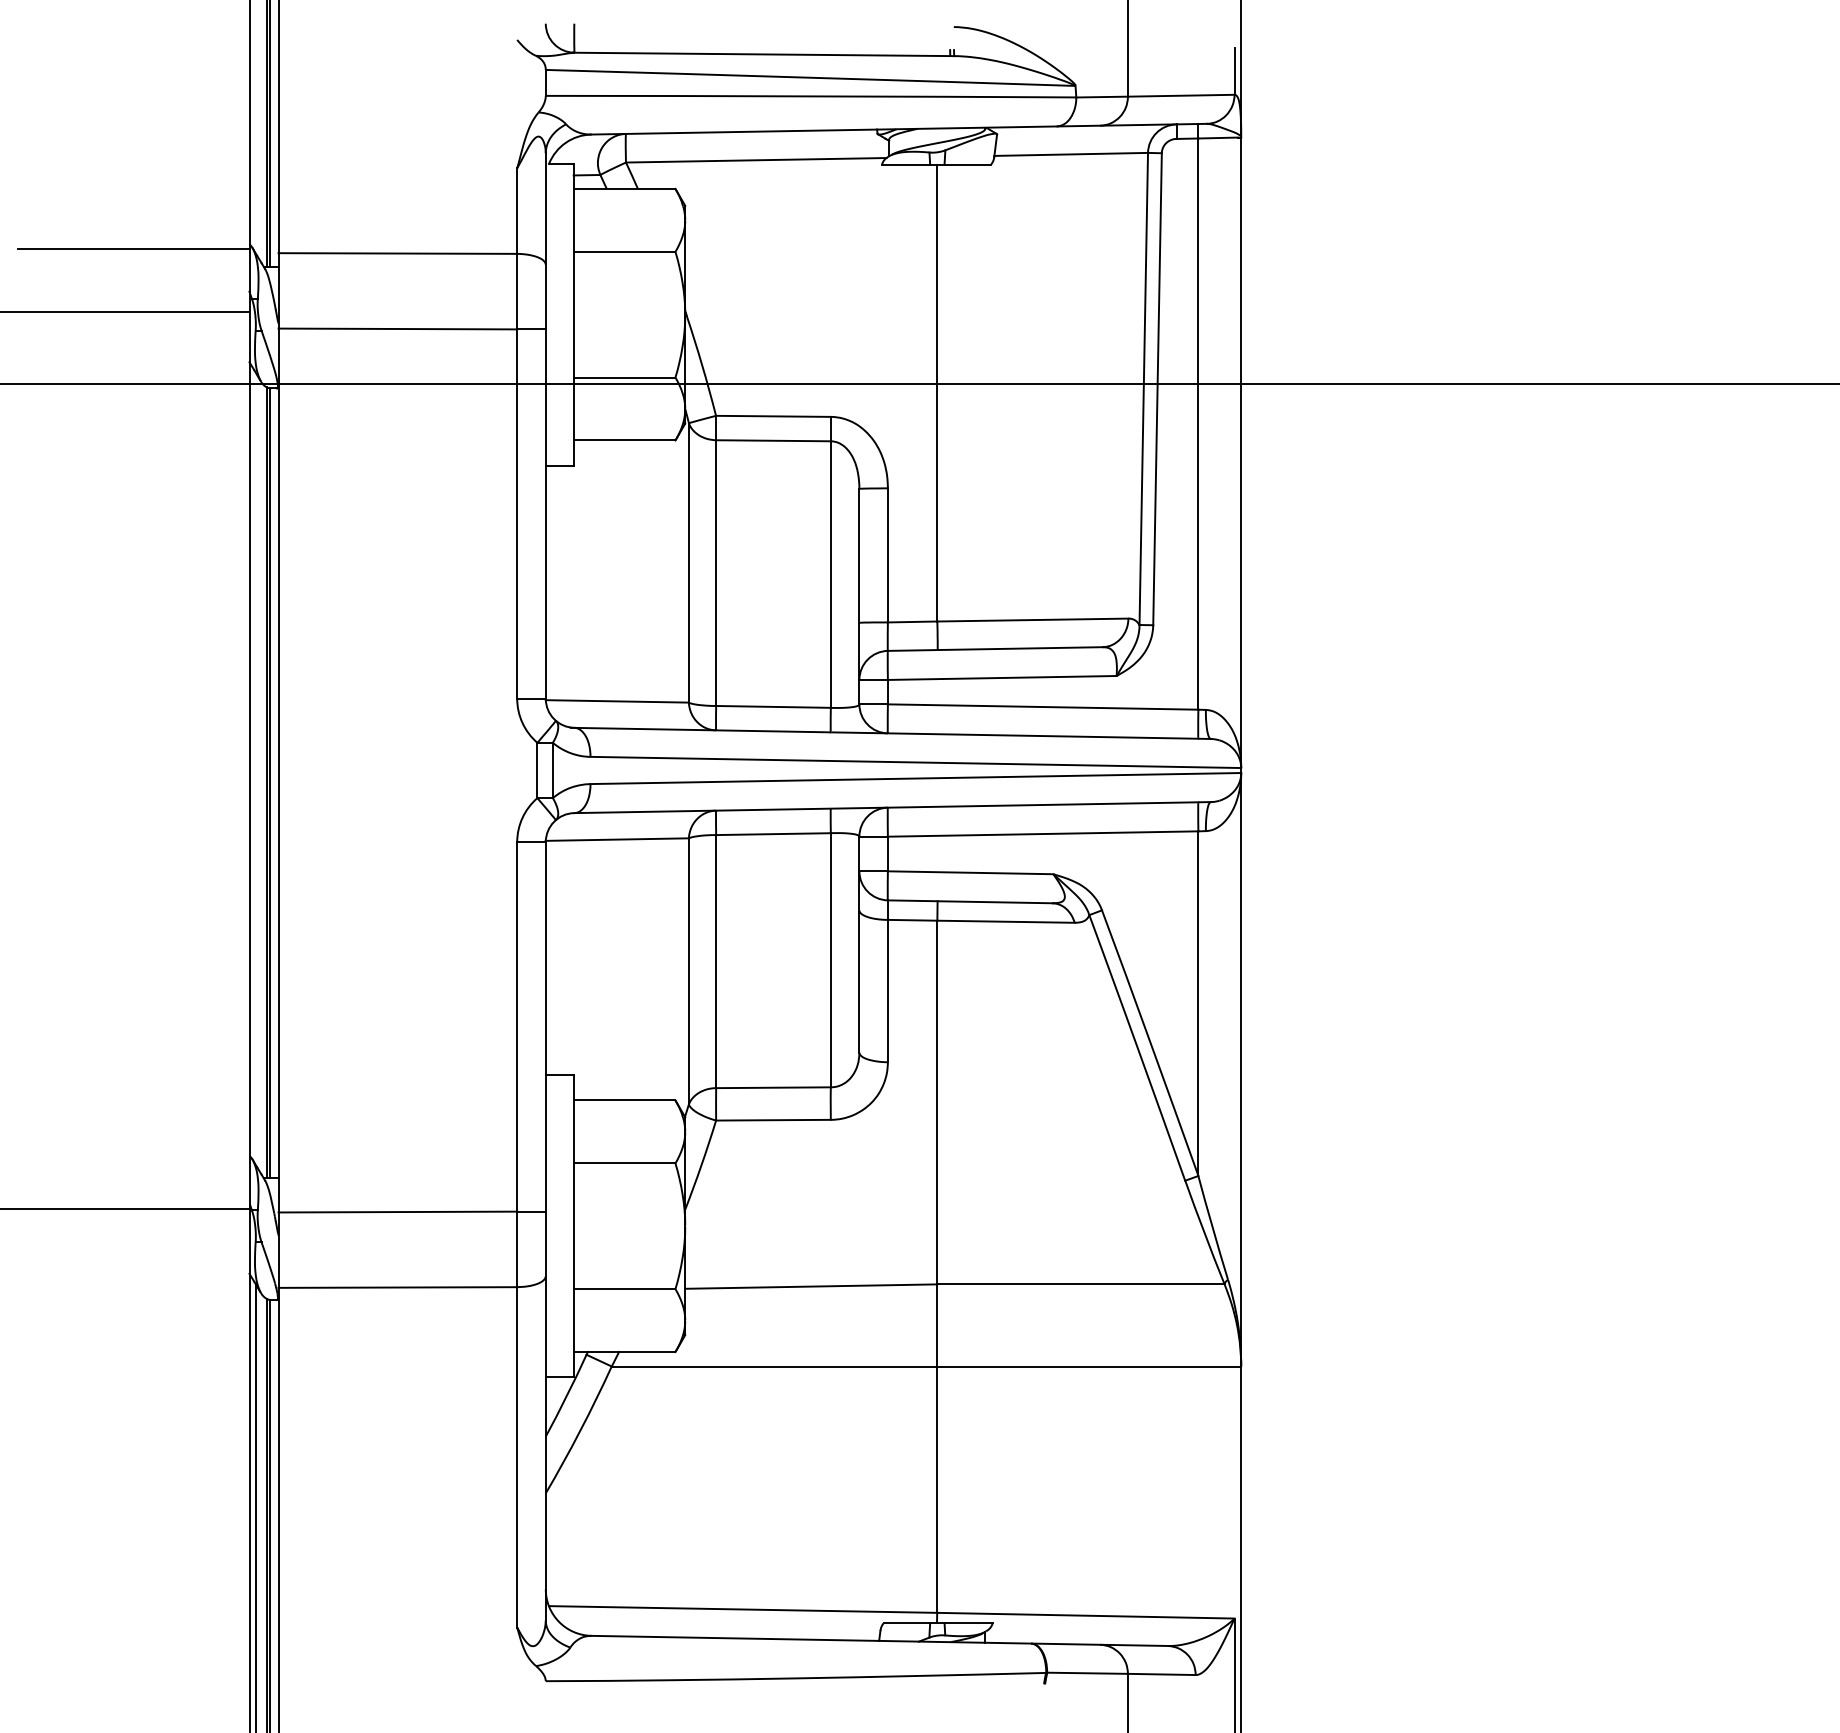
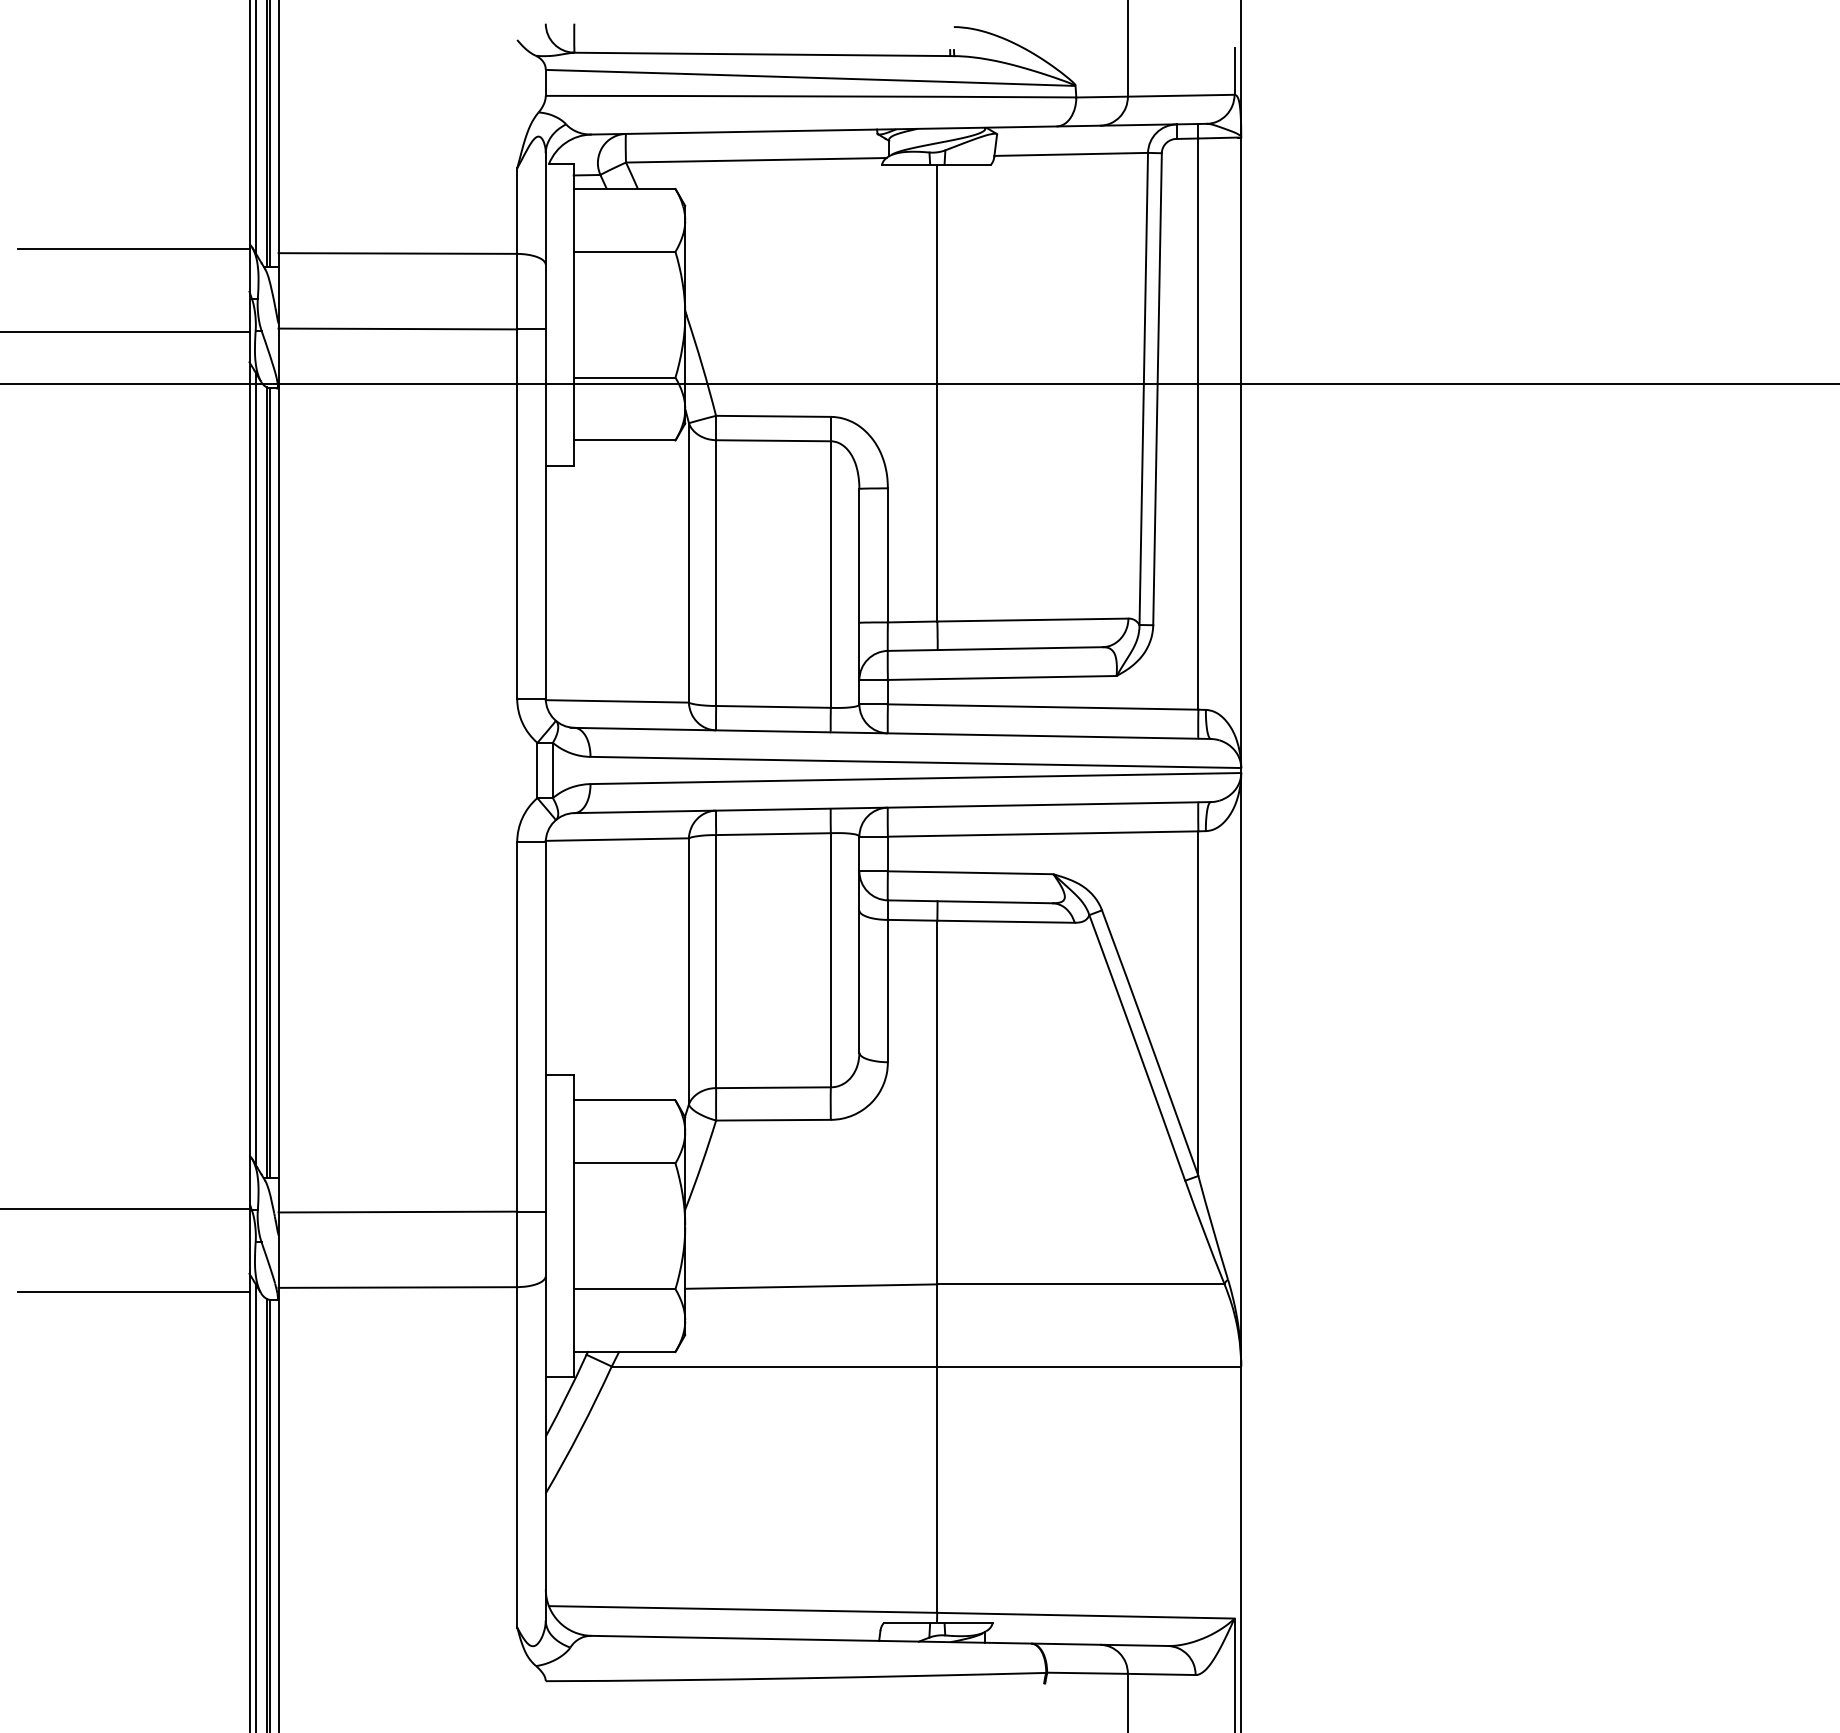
line at (255, 127): none -> present
line at (125, 312) position: (125, 312) -> (125, 332)
line at (255, 768): none -> present
line at (133, 1291): none -> present
